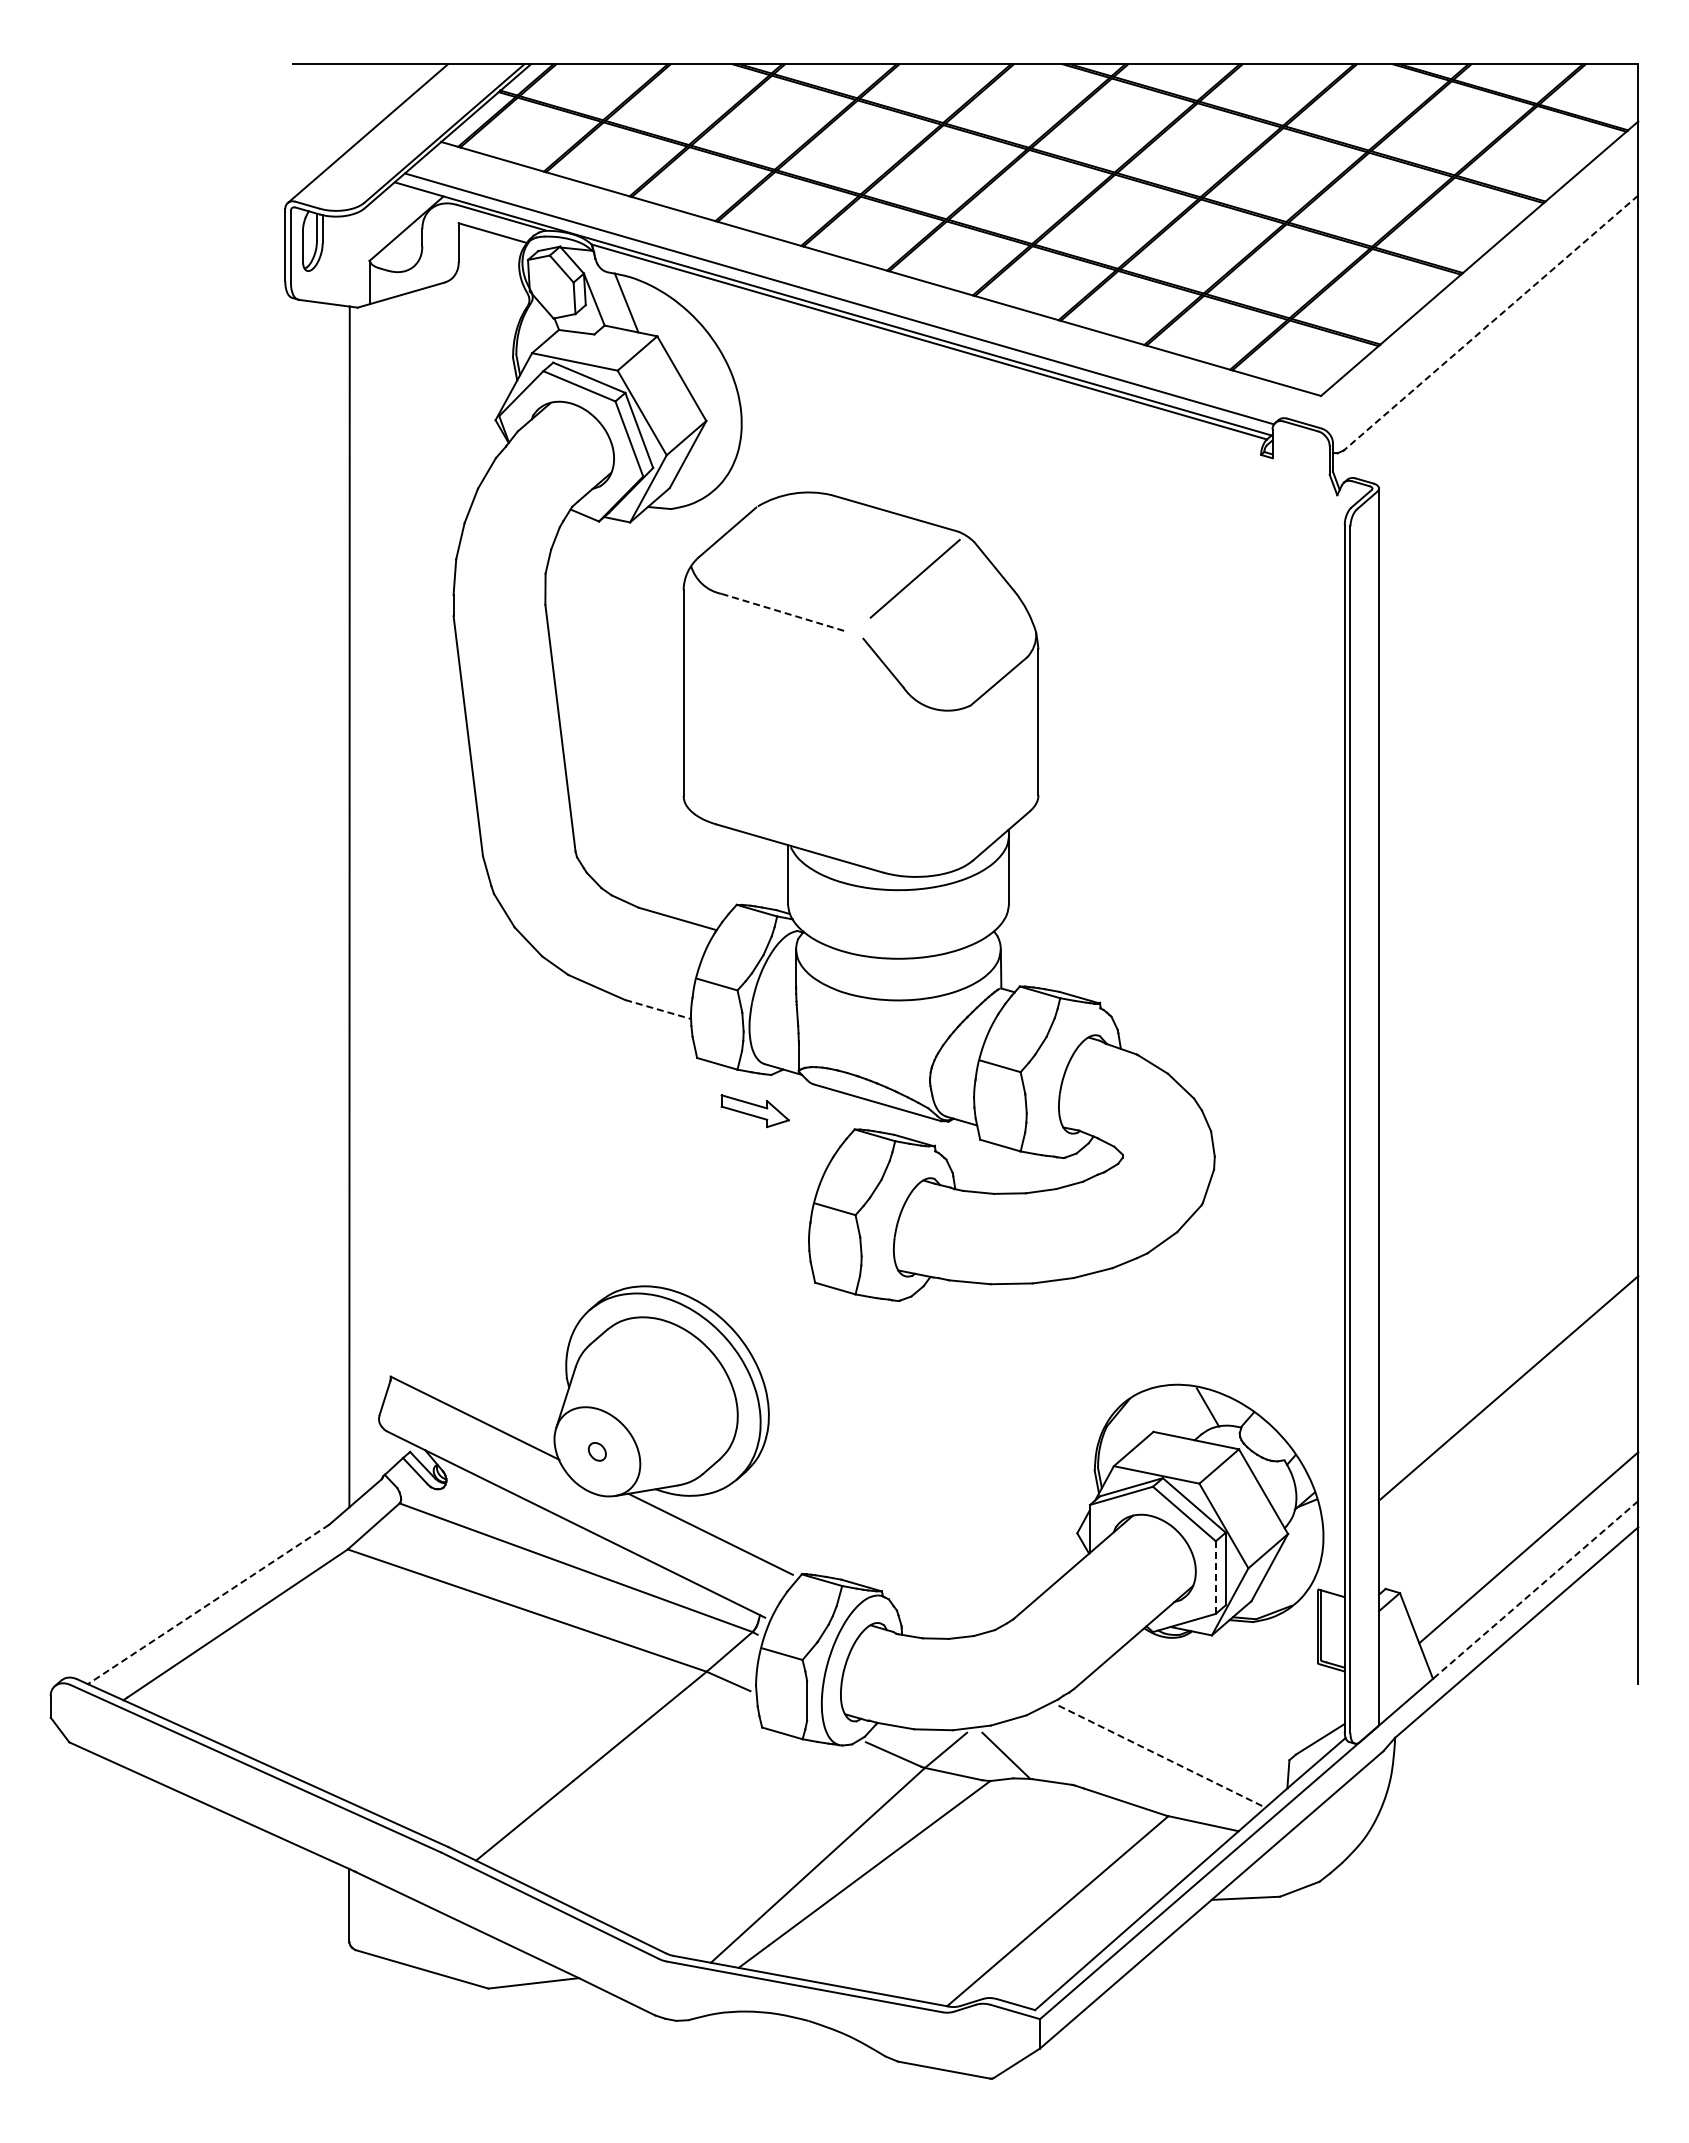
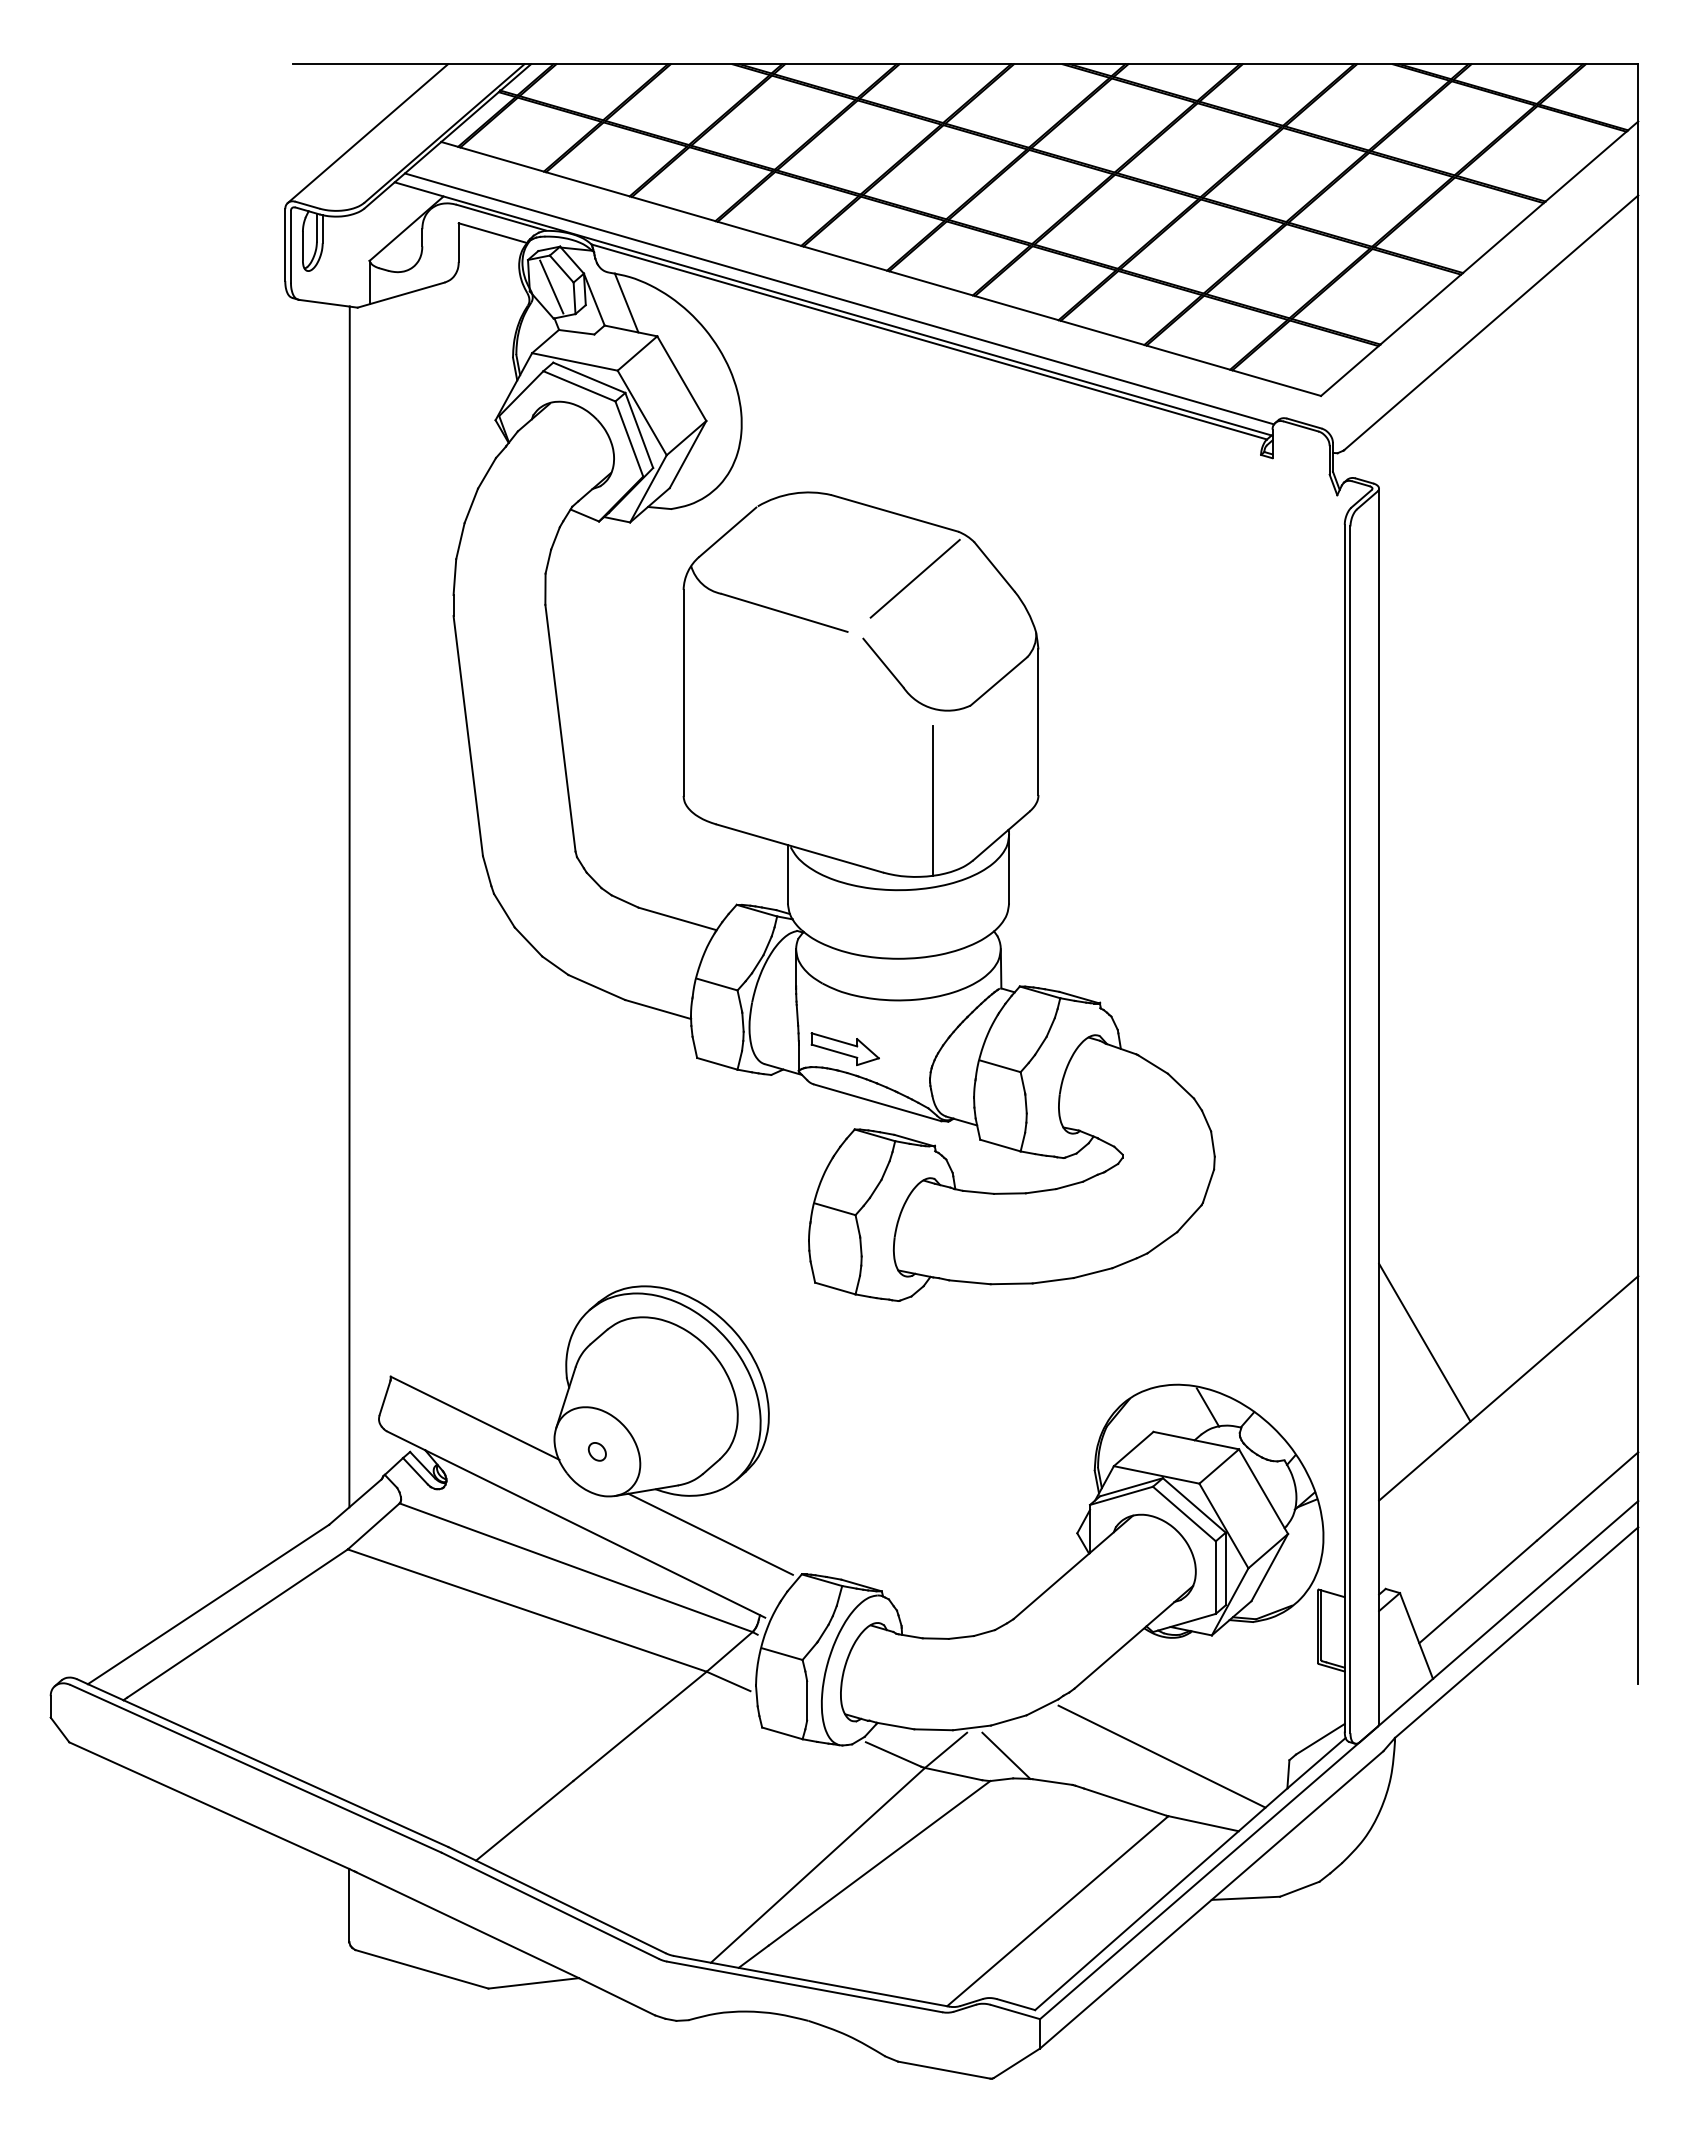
line at (551, 286): none -> present
line at (1491, 322): dashed -> solid
line at (784, 612): dashed -> solid
line at (933, 800): none -> present
line at (658, 1009): dashed -> solid
part at (754, 1111) position: (754, 1111) -> (844, 1049)
line at (1424, 1342): none -> present
line at (1215, 1577): dashed -> solid
line at (1535, 1589): dashed -> solid
line at (208, 1604): dashed -> solid
line at (1162, 1756): dashed -> solid
